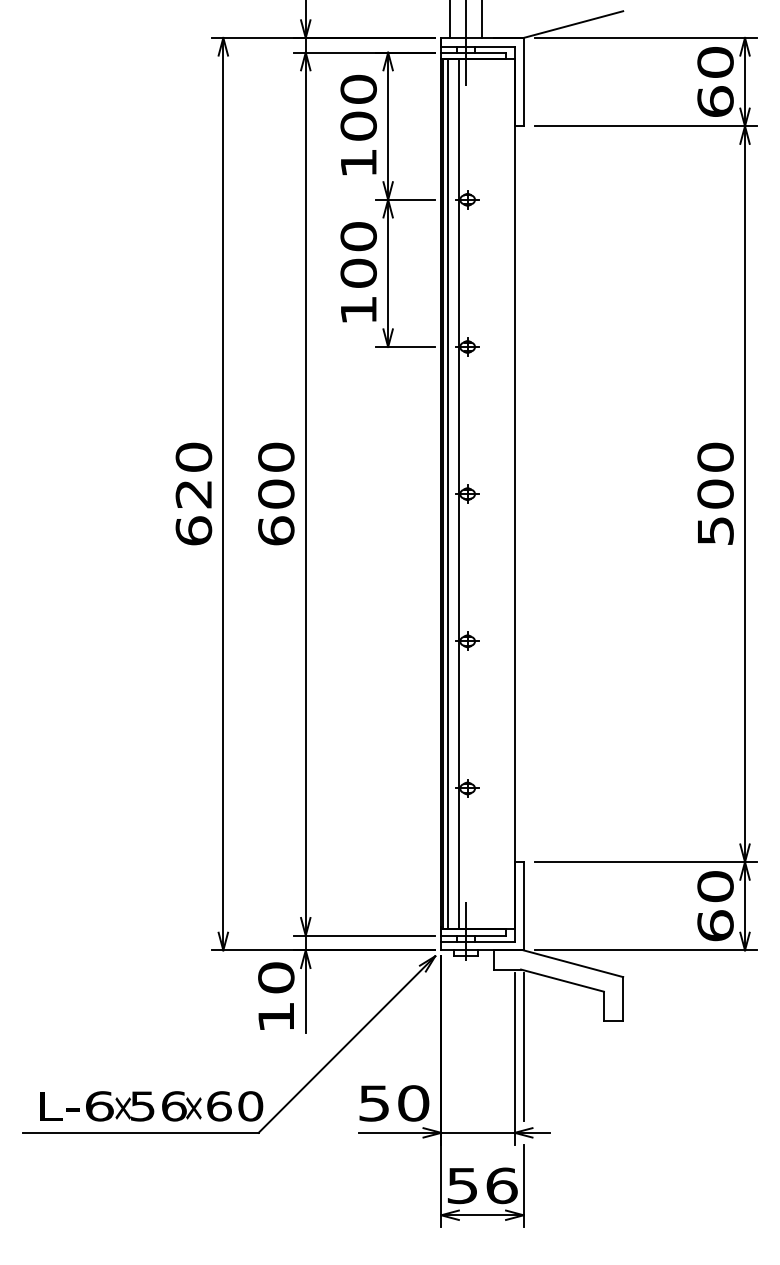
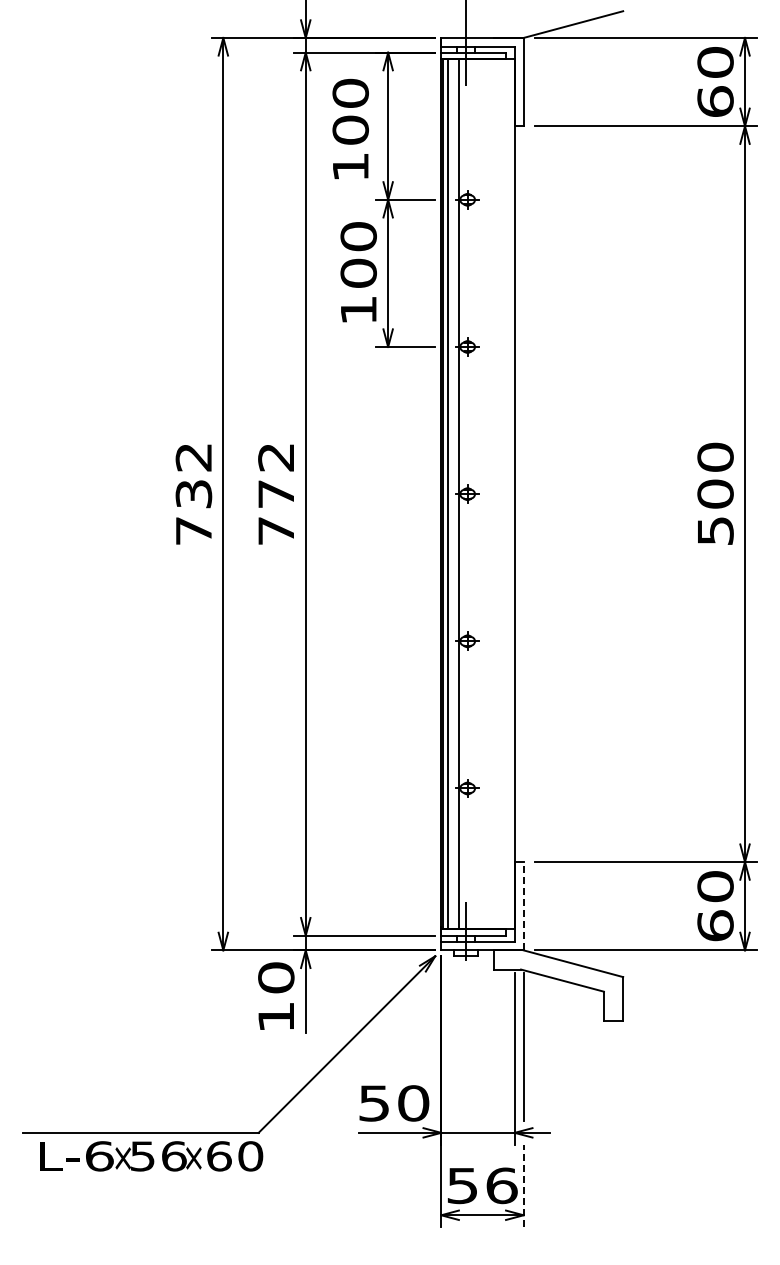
line at (449, 19): present -> none
line at (482, 19): present -> none
text at (358, 124) position: (358, 124) -> (350, 128)
text at (193, 493): 620 -> 732
text at (276, 493): 600 -> 772
line at (523, 905): solid -> dashed
text at (151, 1106) position: (151, 1106) -> (151, 1156)
line at (523, 1185): solid -> dashed
